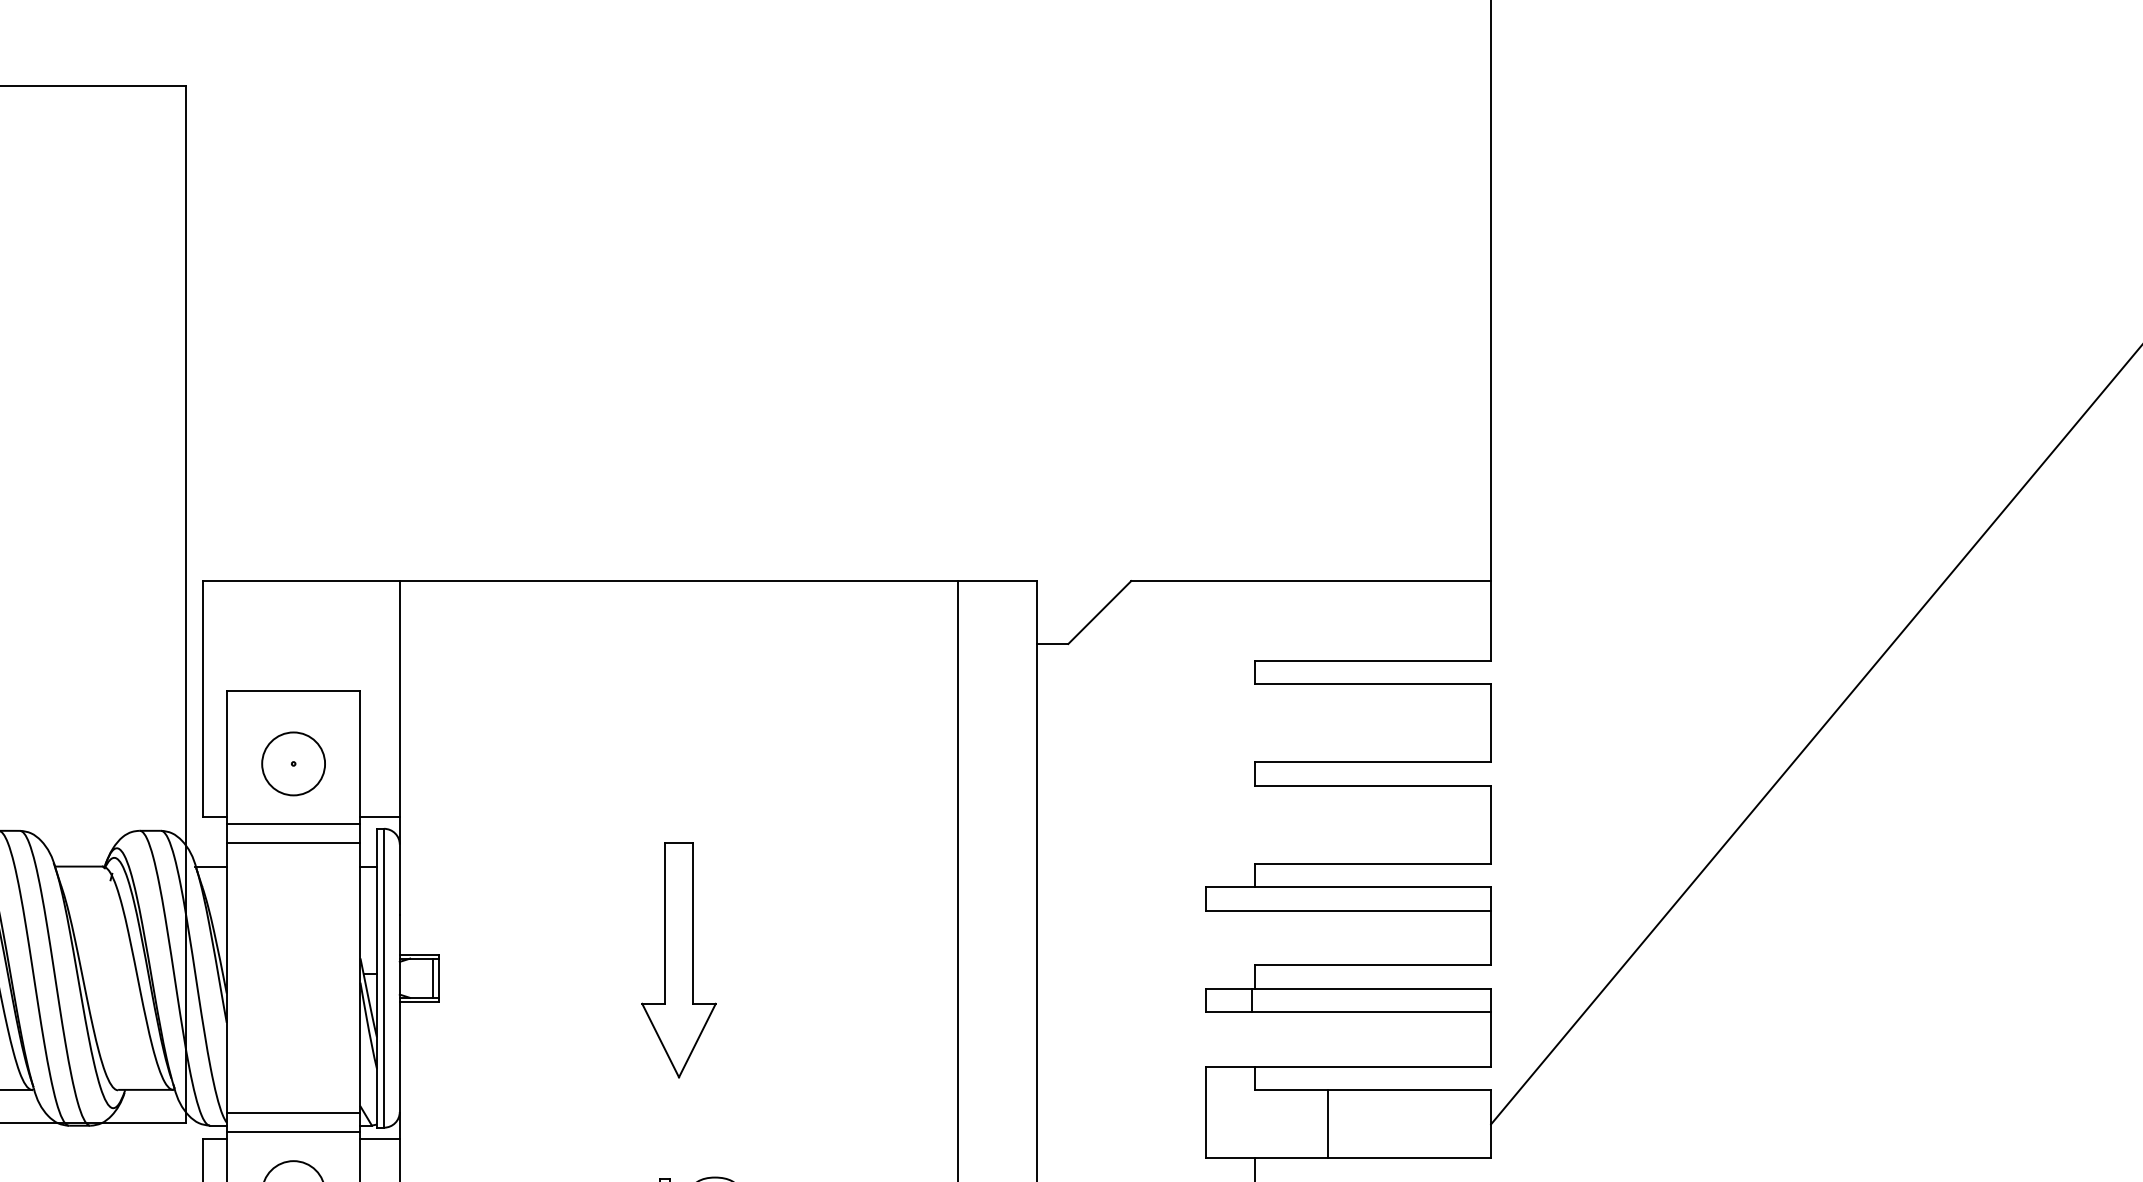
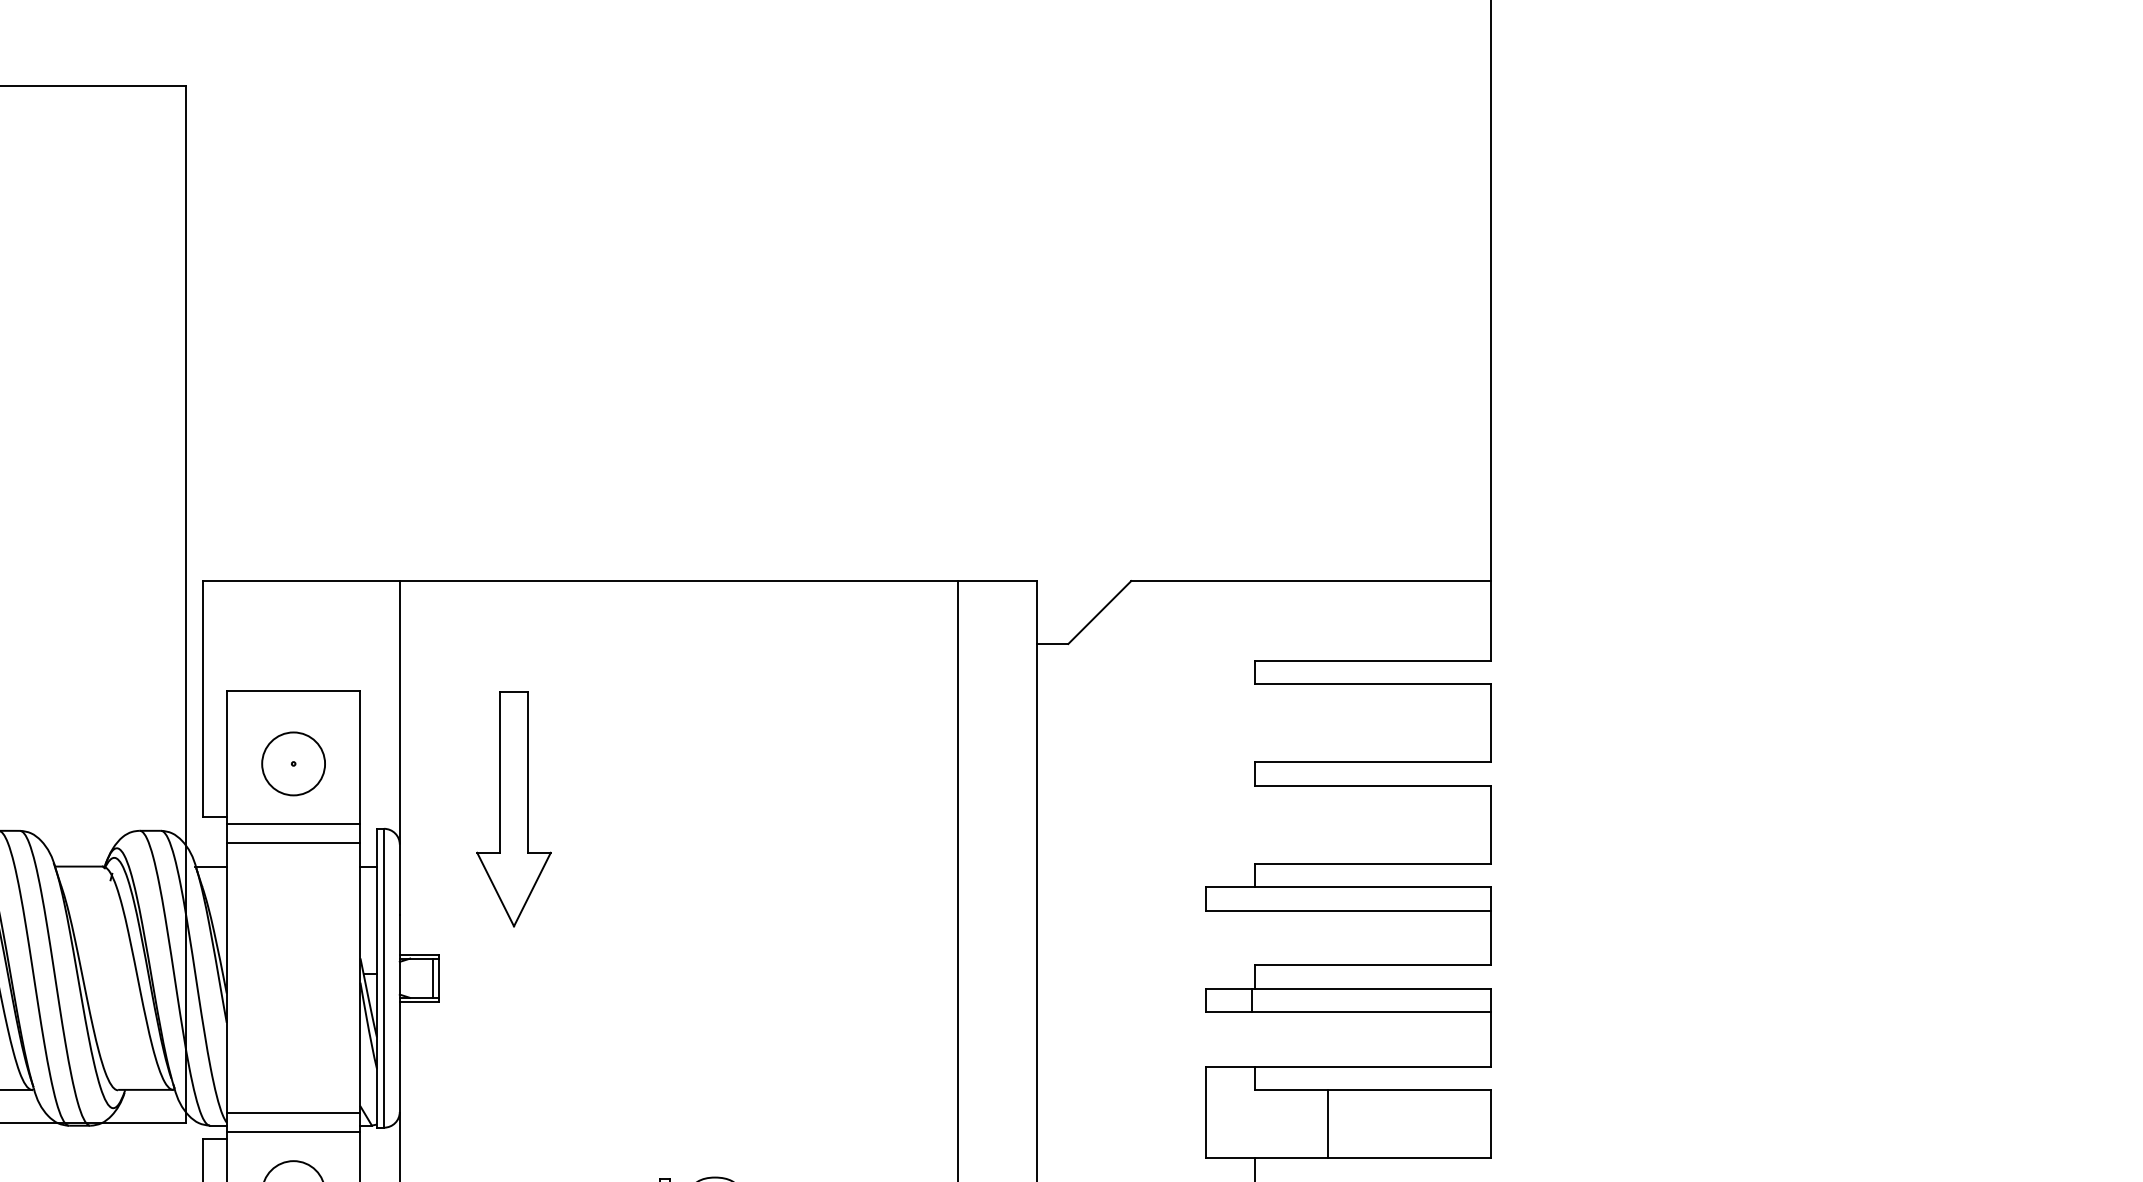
line at (1815, 736): present -> none
line at (379, 817): present -> none
part at (678, 960) position: (678, 960) -> (513, 809)
line at (379, 1139): present -> none
